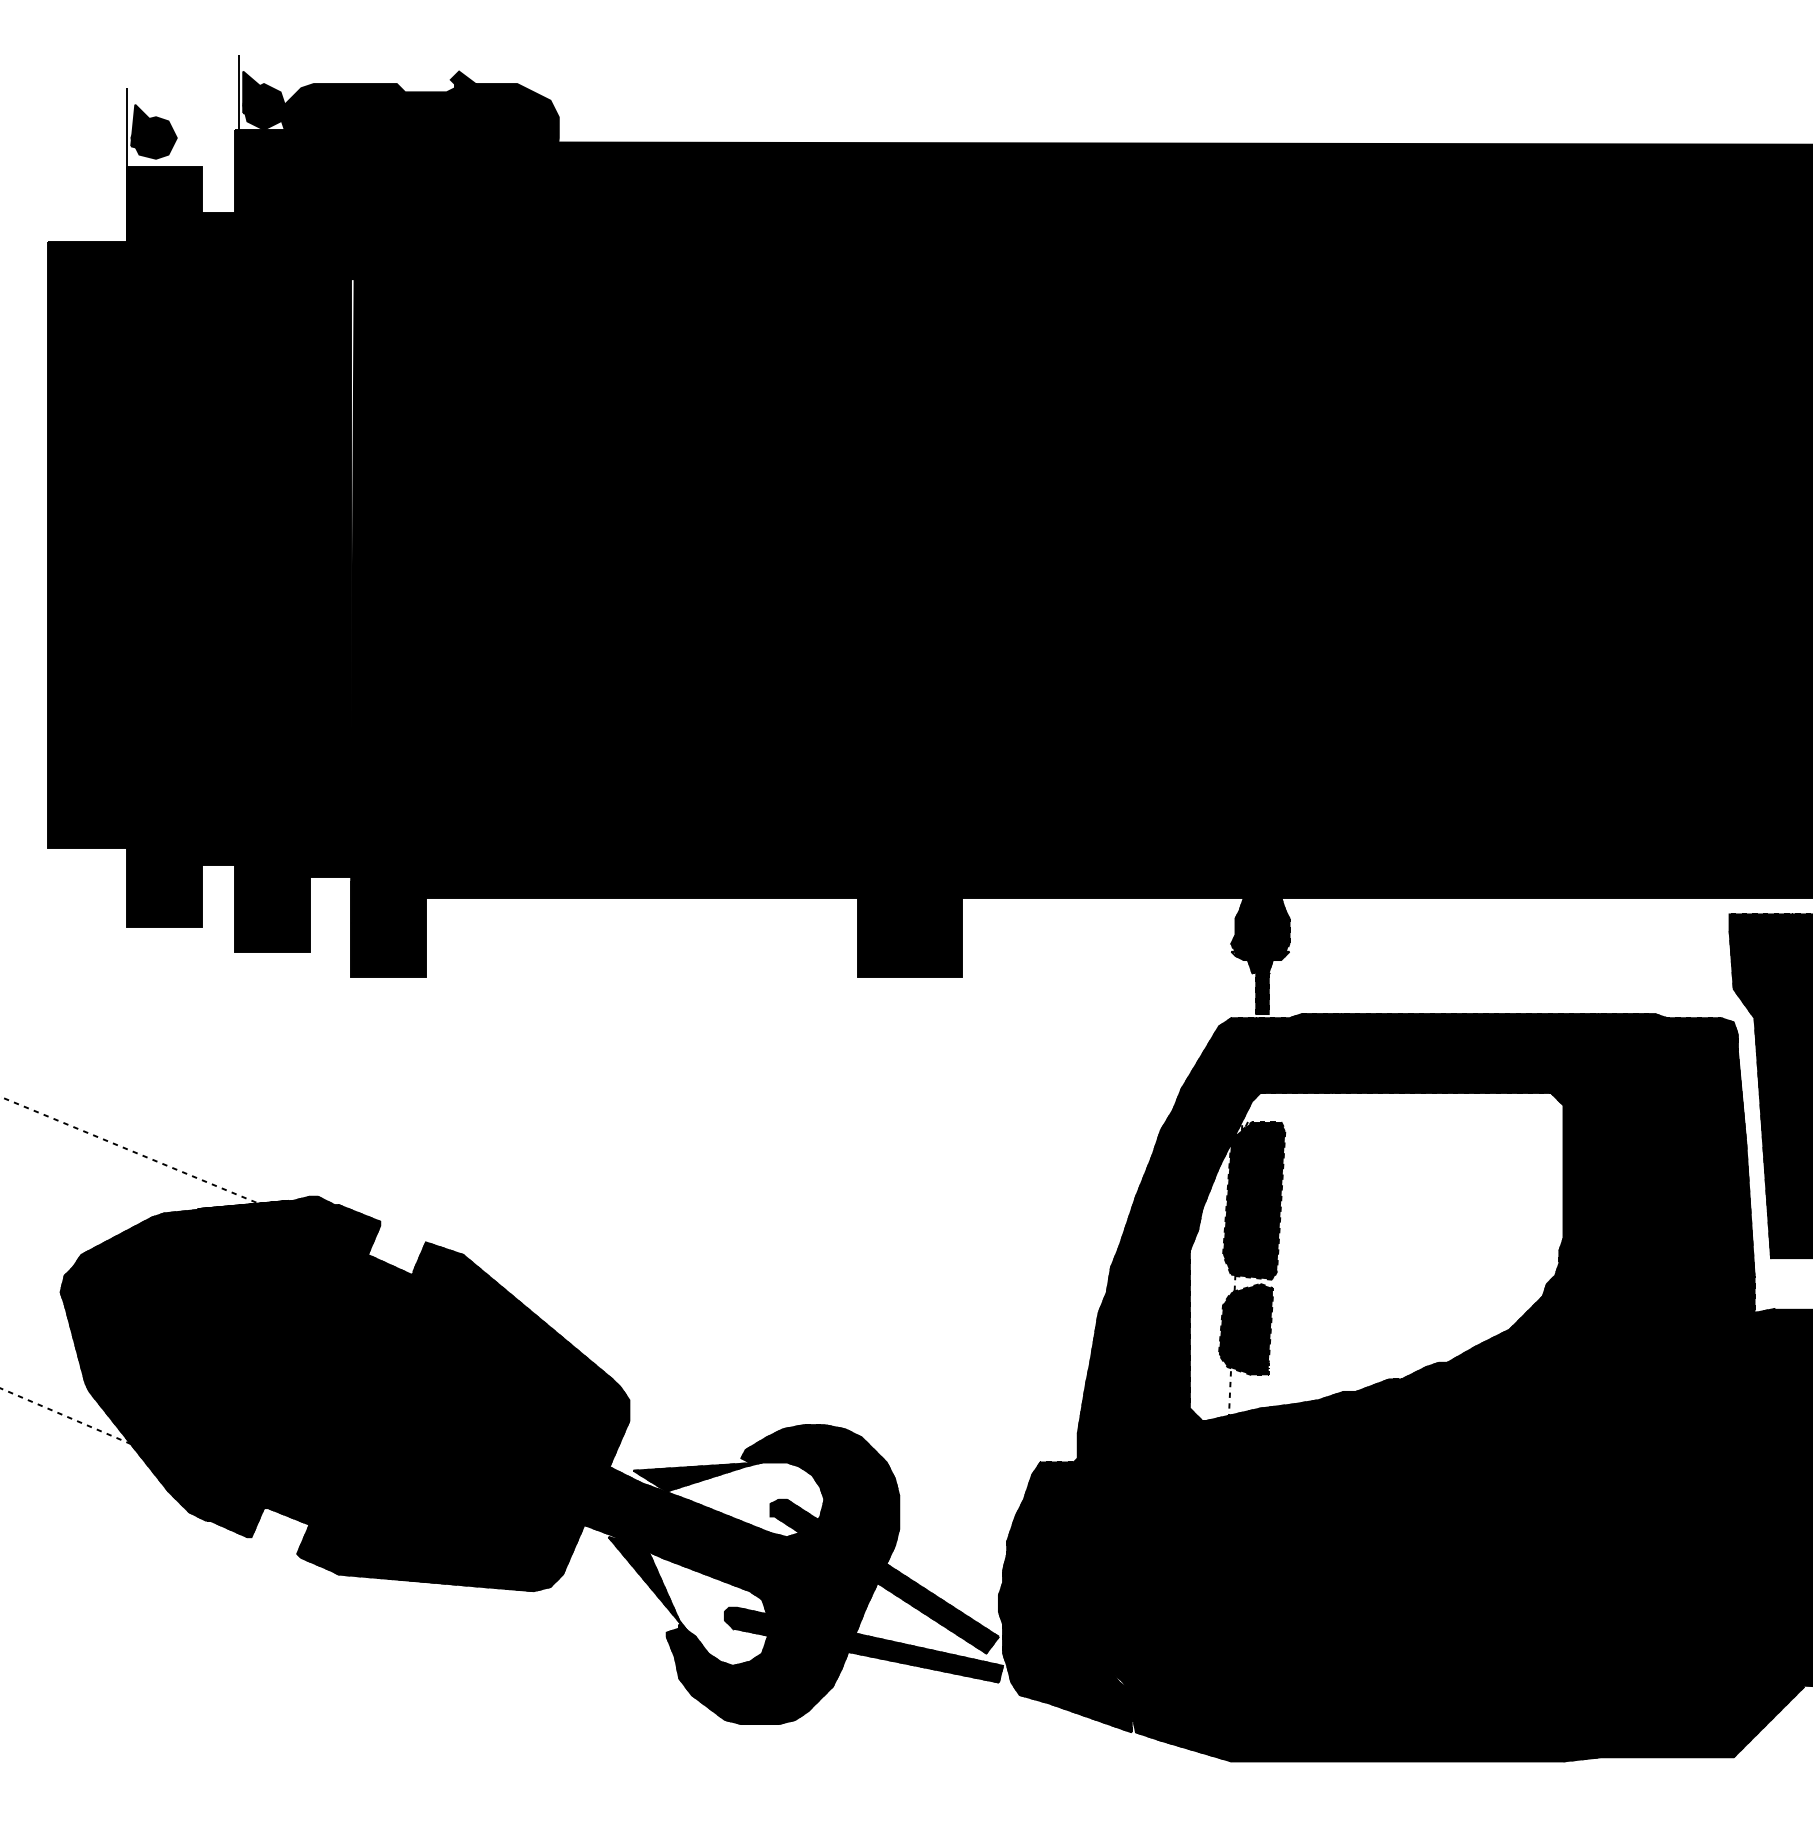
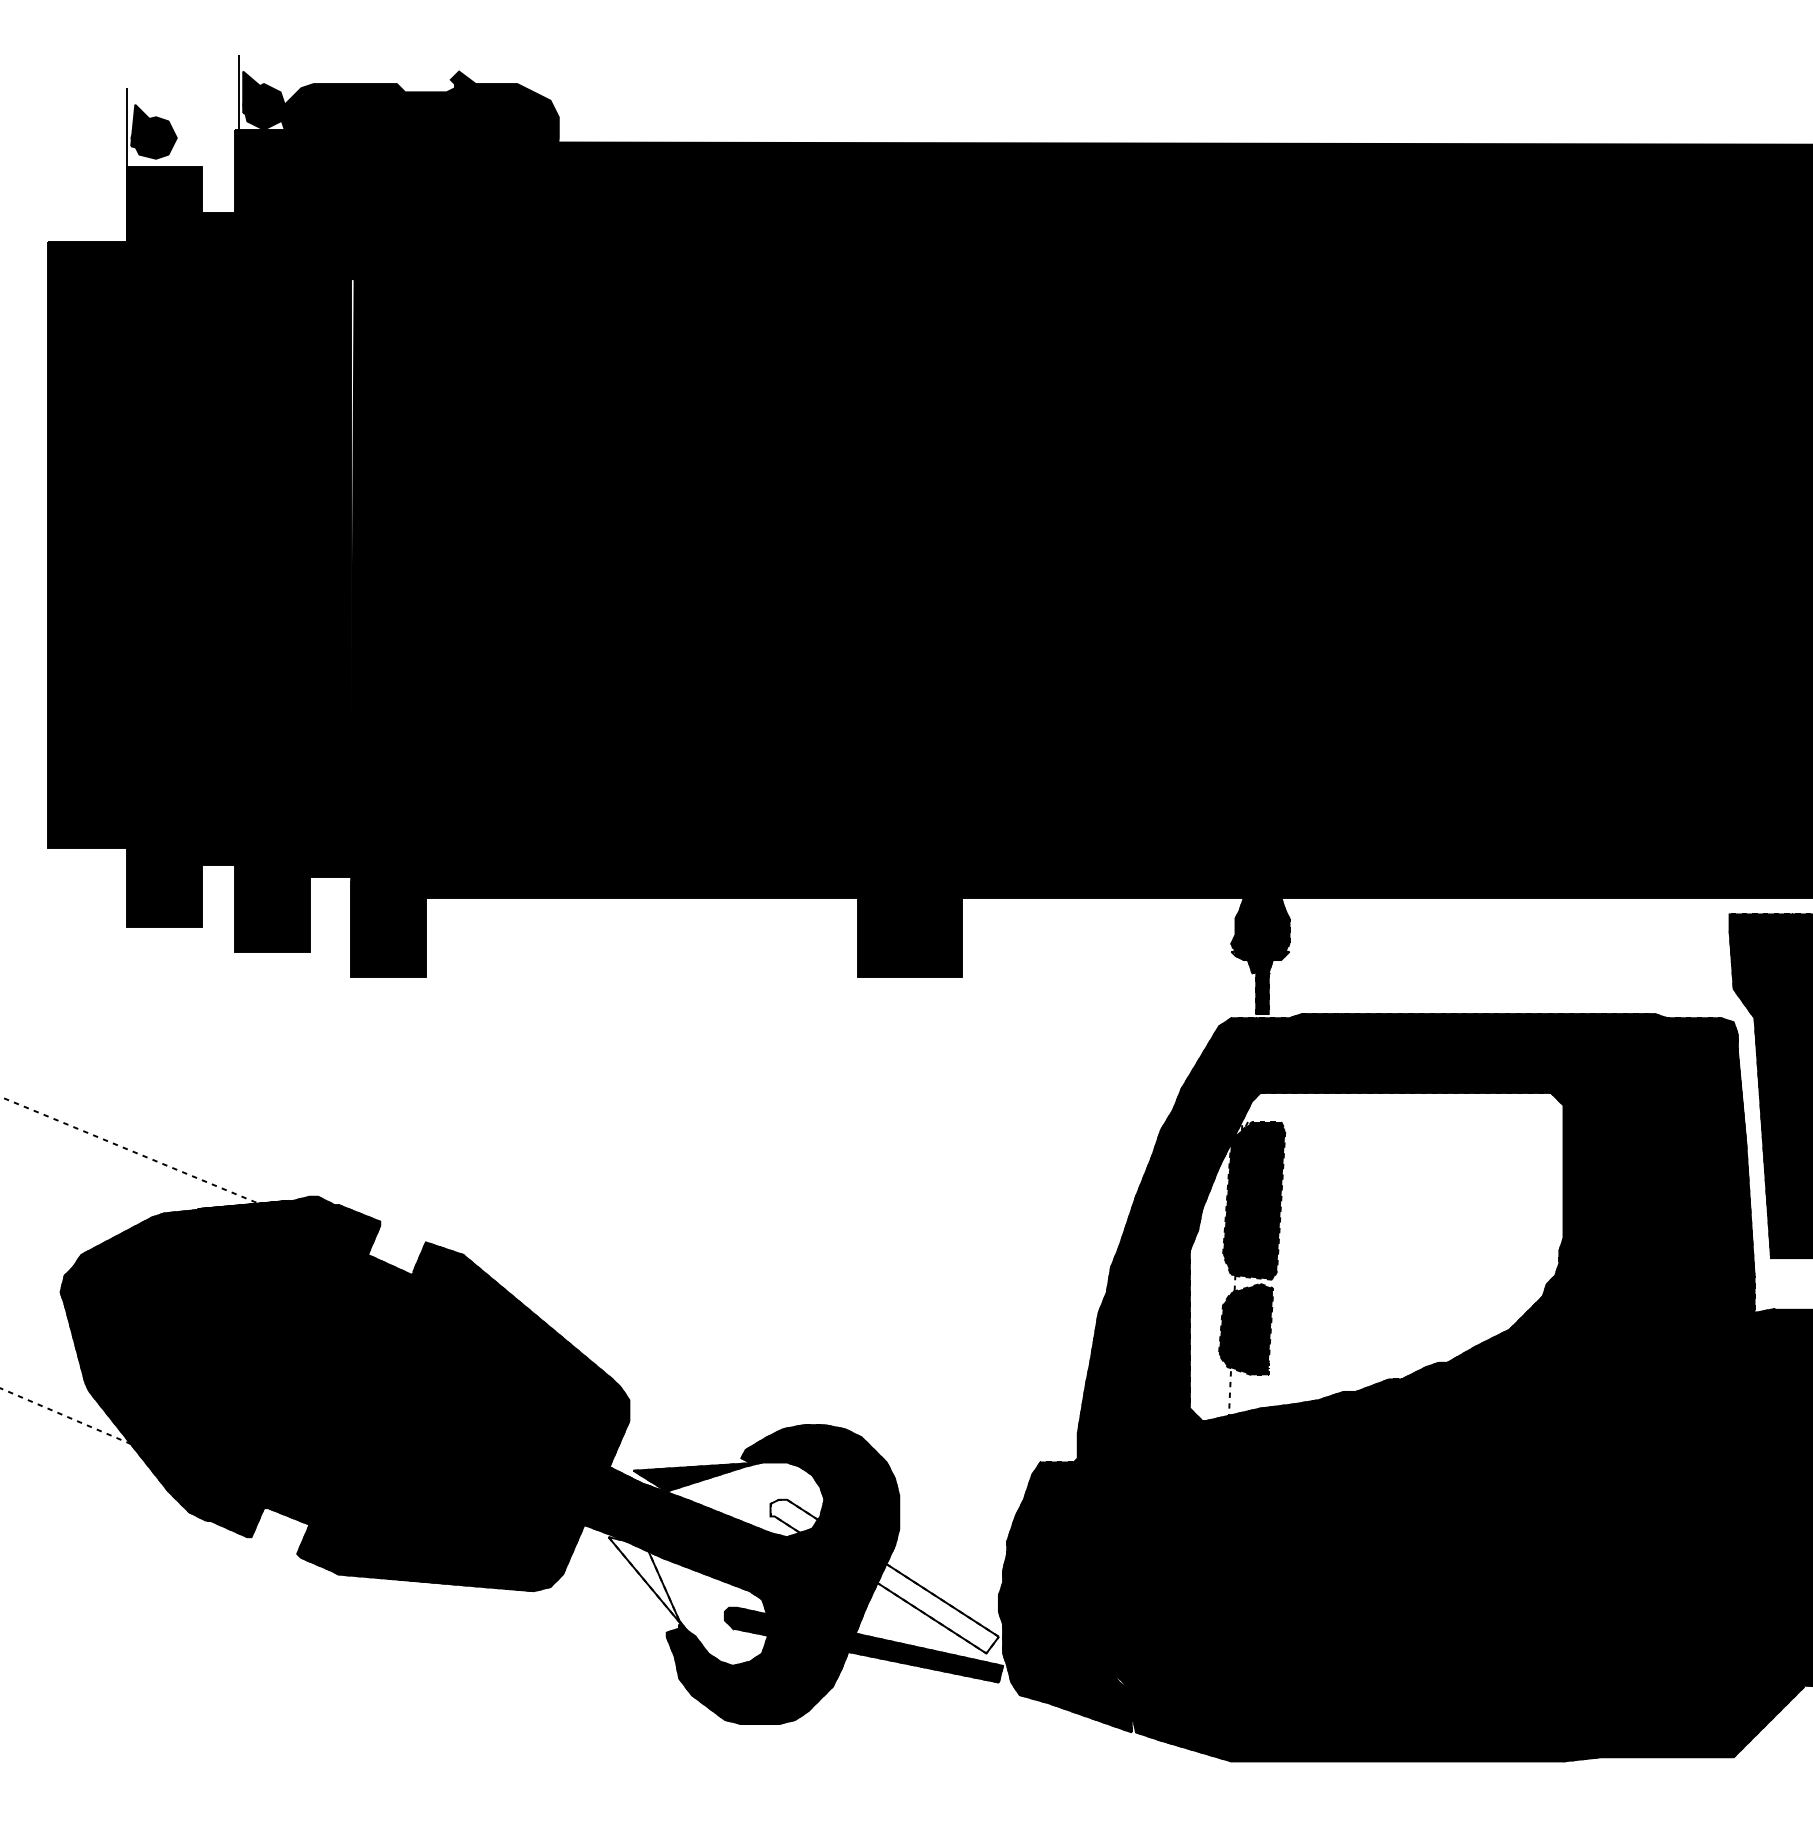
fill at (884, 1576): present -> none
fill at (649, 1586): present -> none
